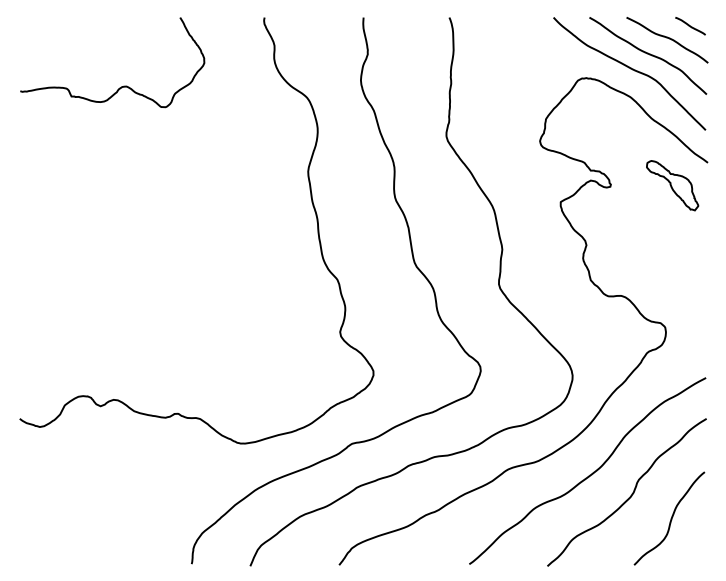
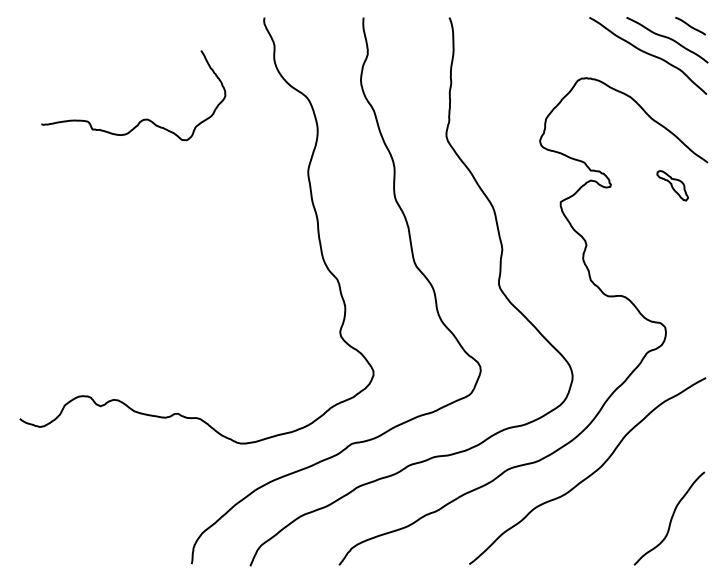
curve at (630, 69): present -> none
curve at (123, 85) position: (123, 85) -> (144, 118)
part at (672, 185) size: 54x52 px -> 33x32 px
curve at (630, 495): present -> none
